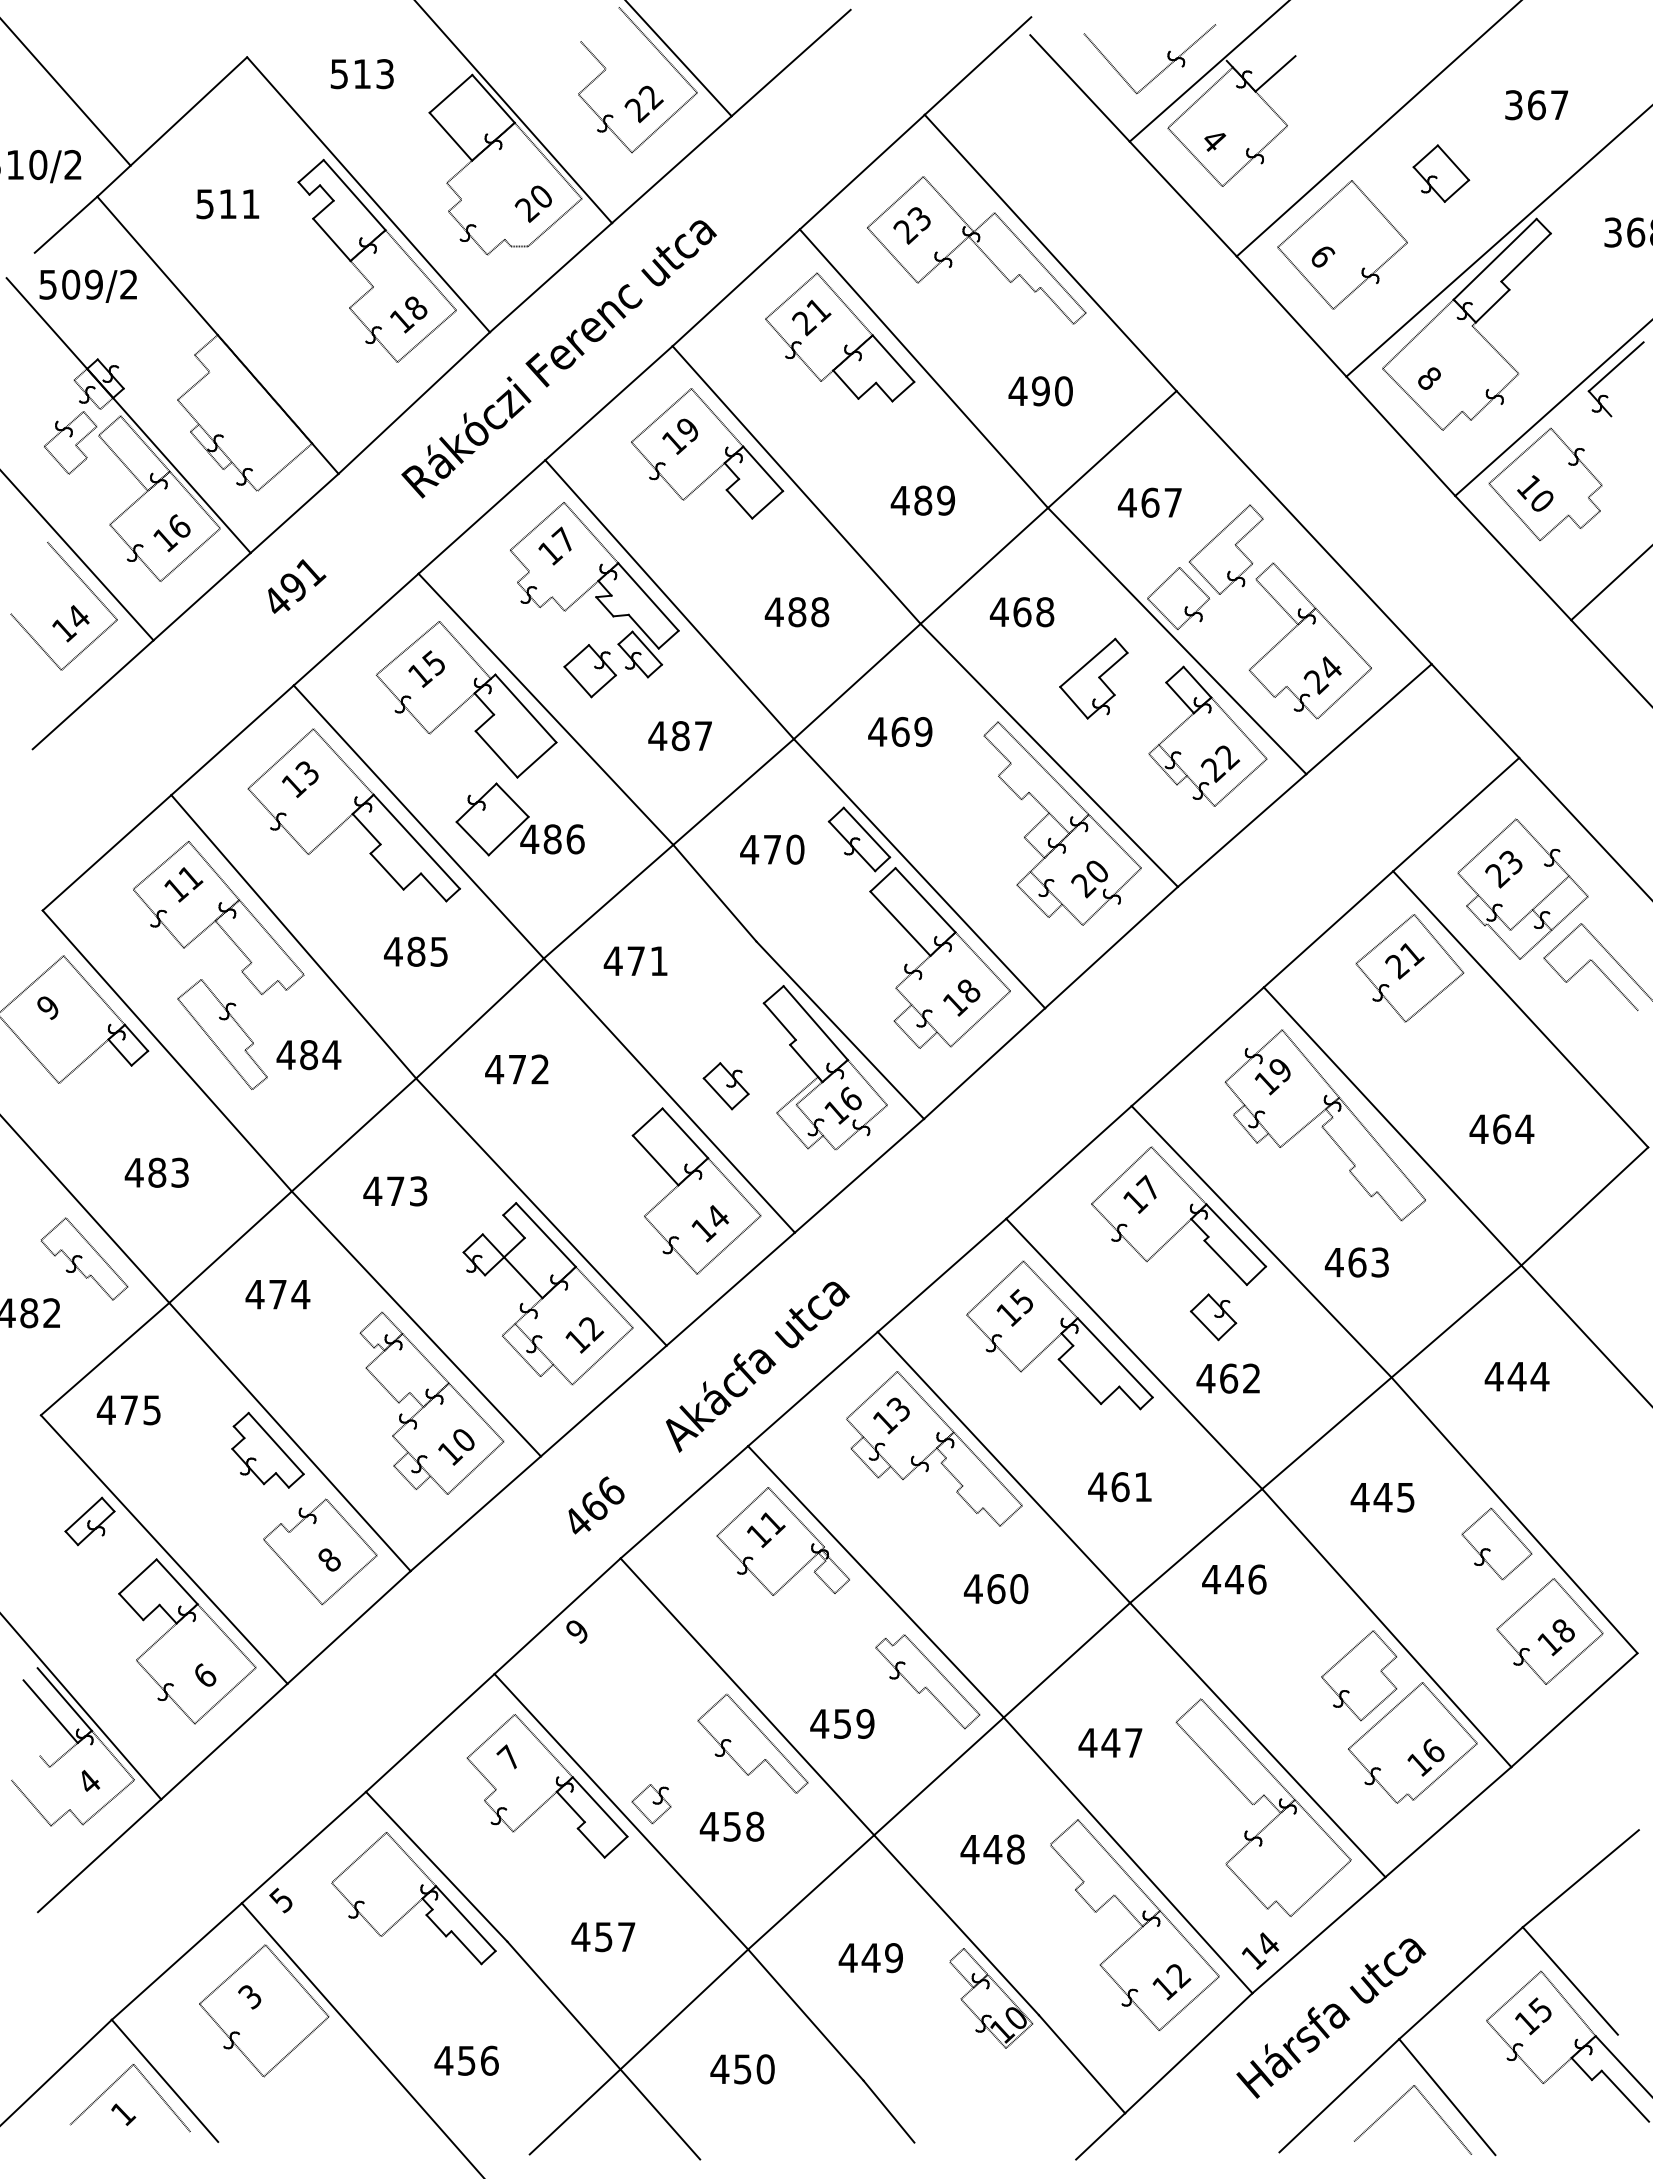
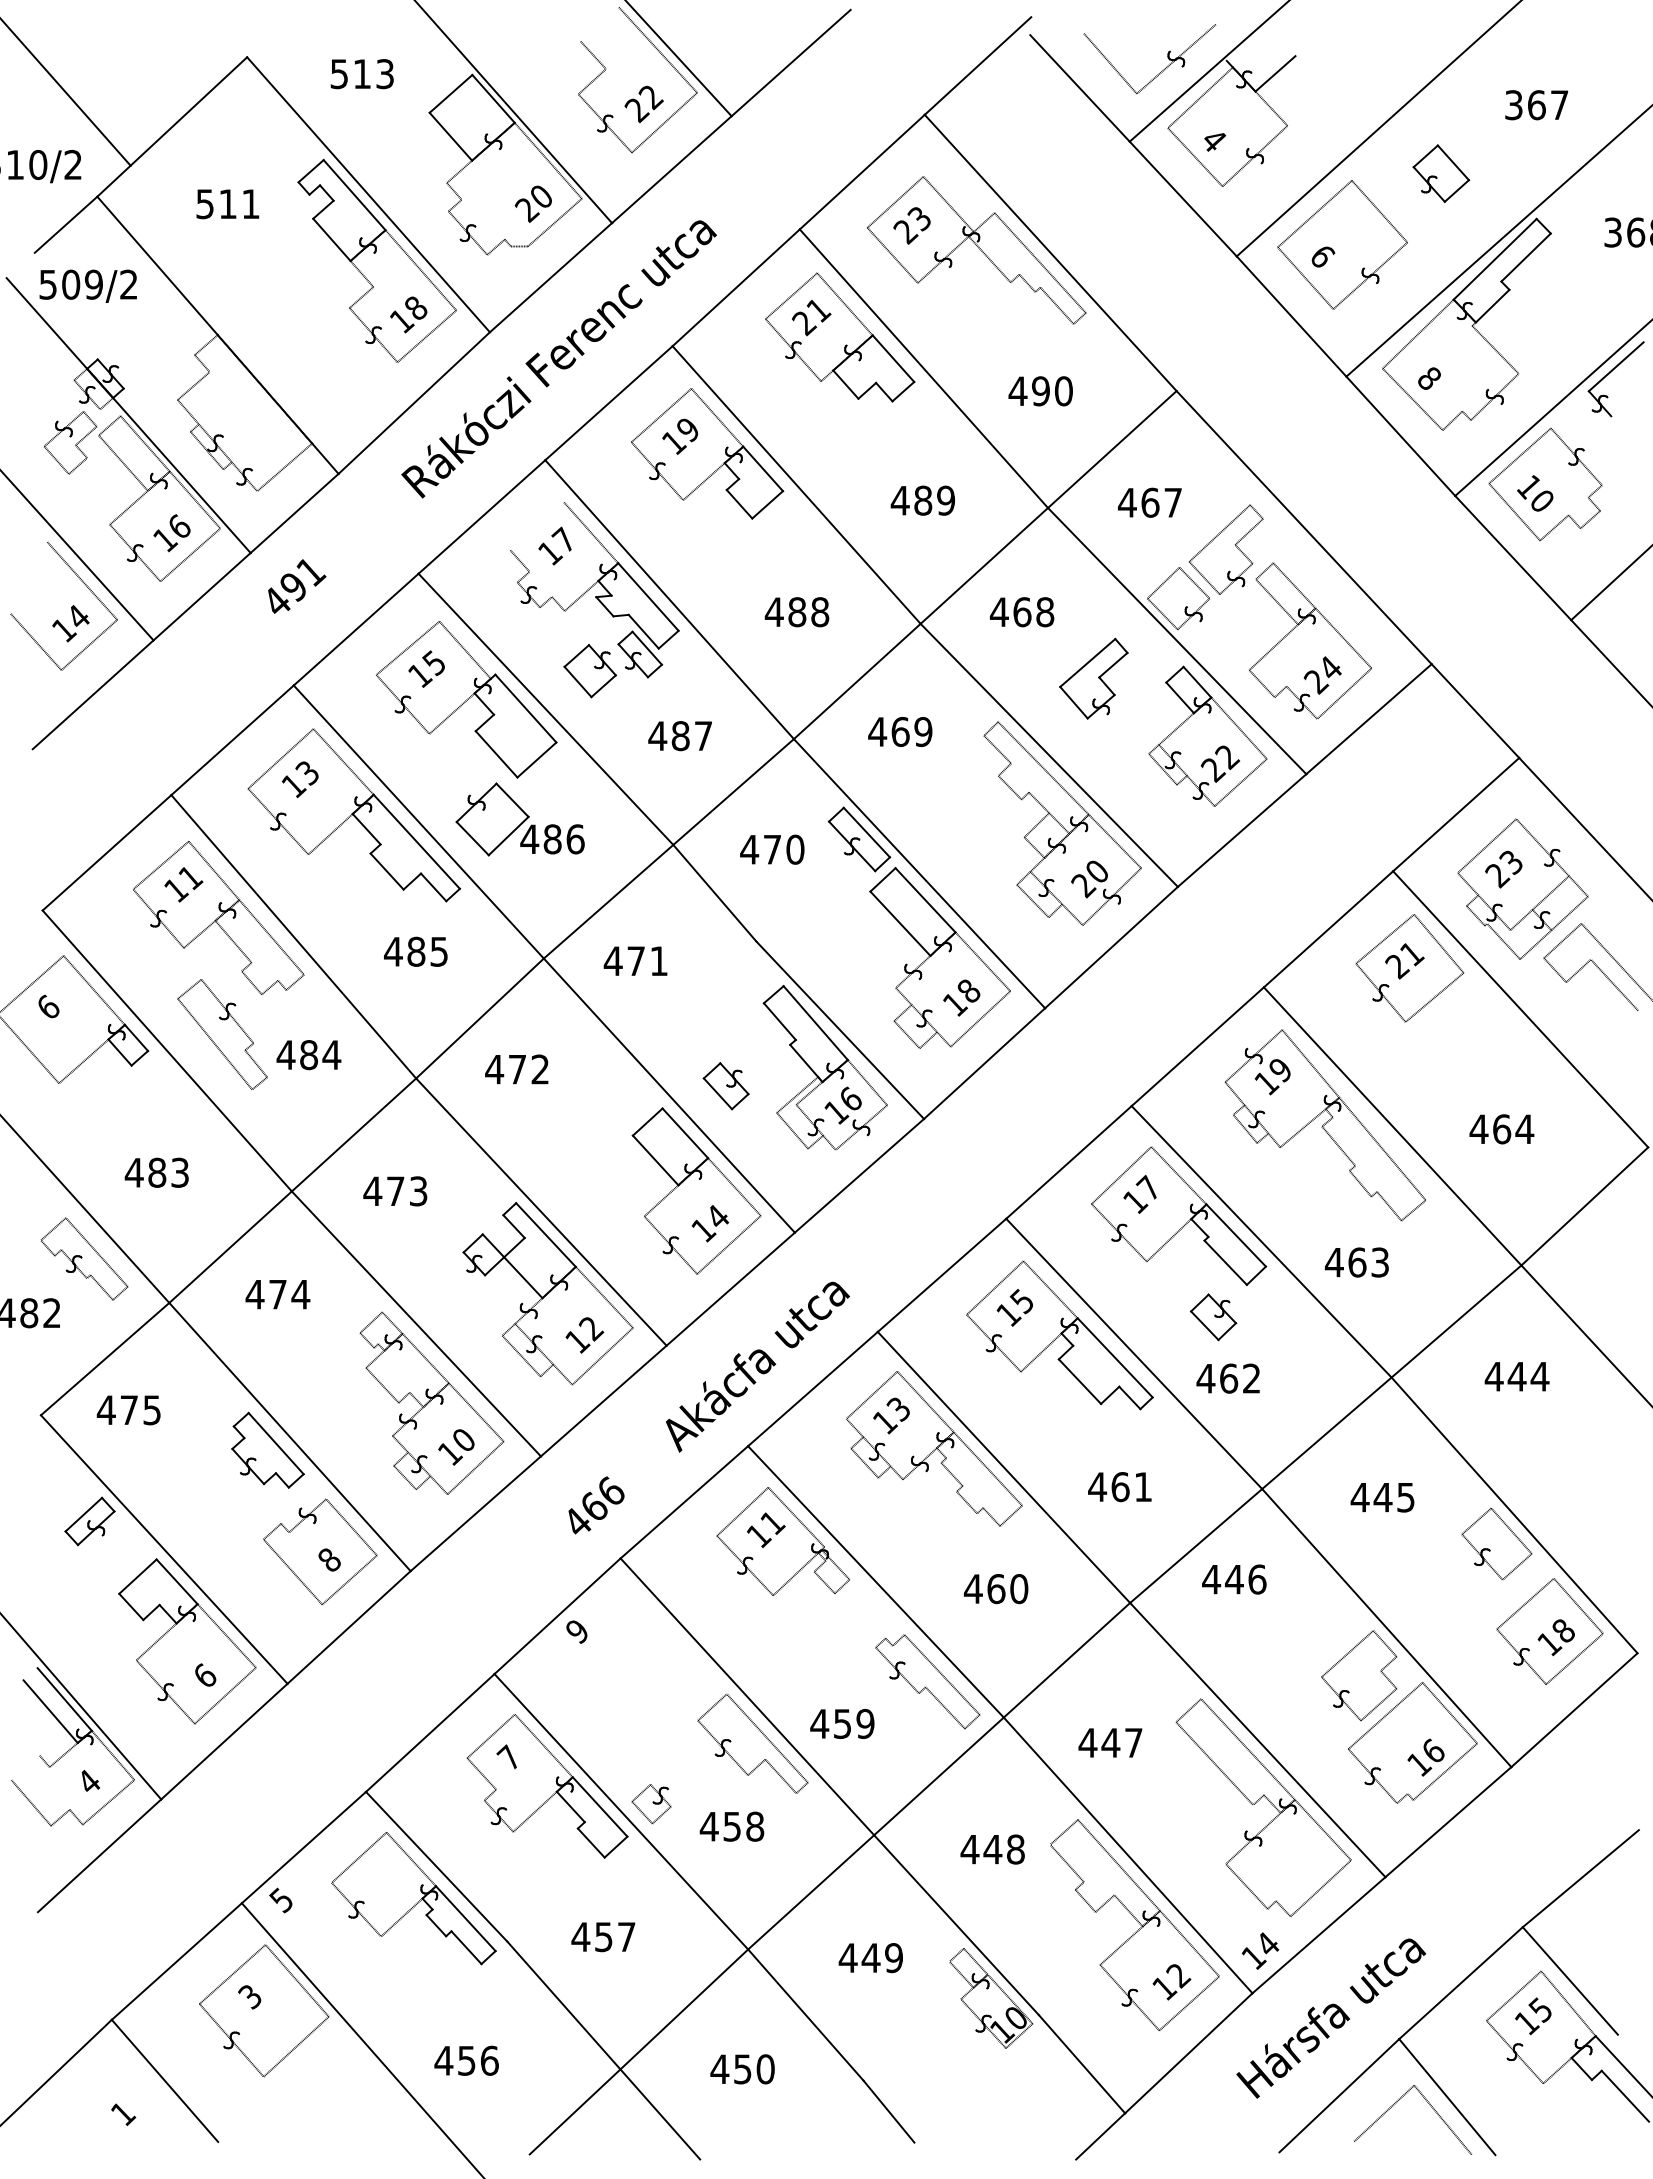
line at (537, 526): present -> none
text at (48, 1006): 9 -> 6
part at (116, 2082): present -> none
